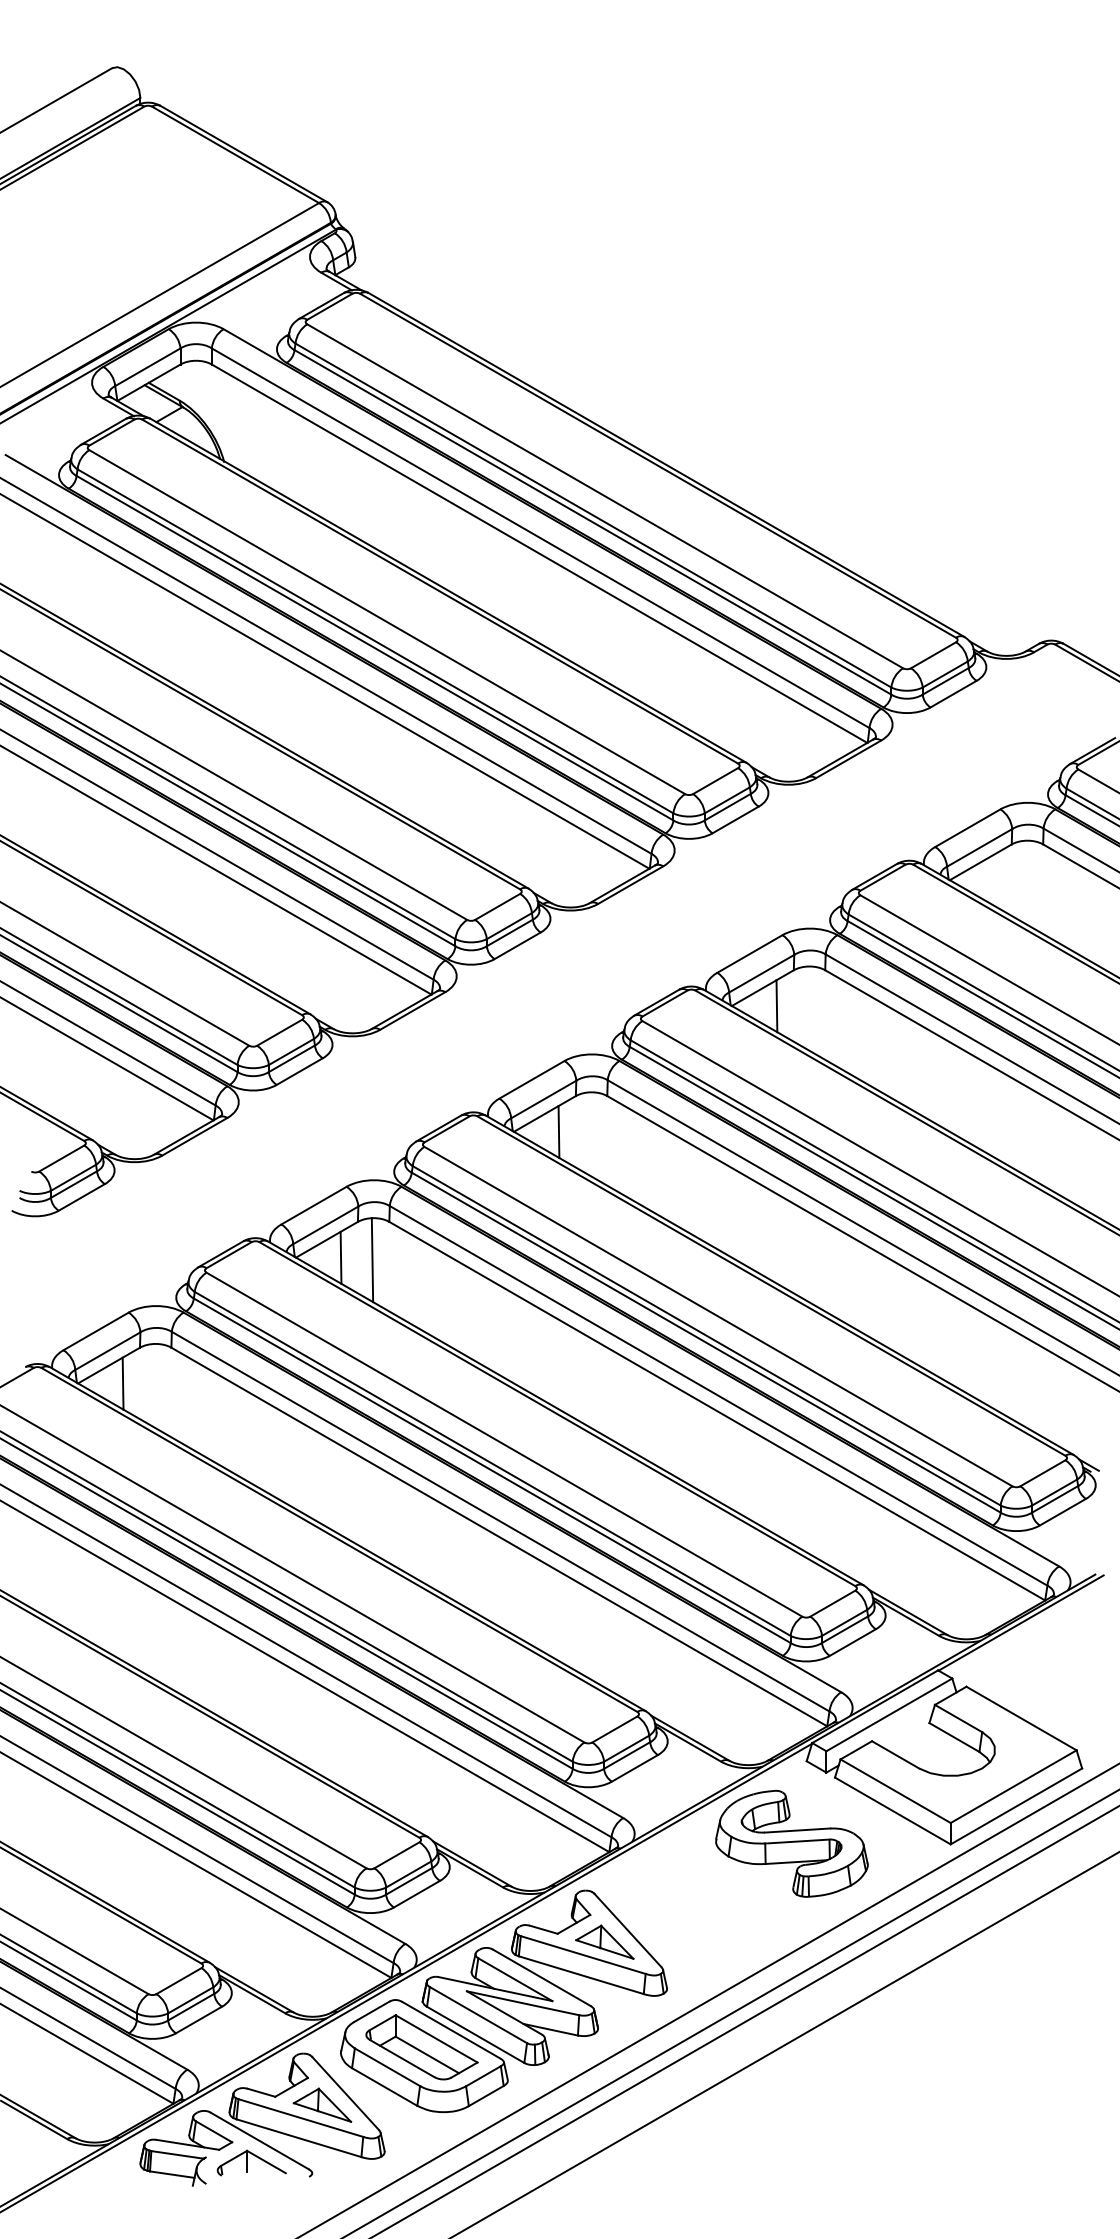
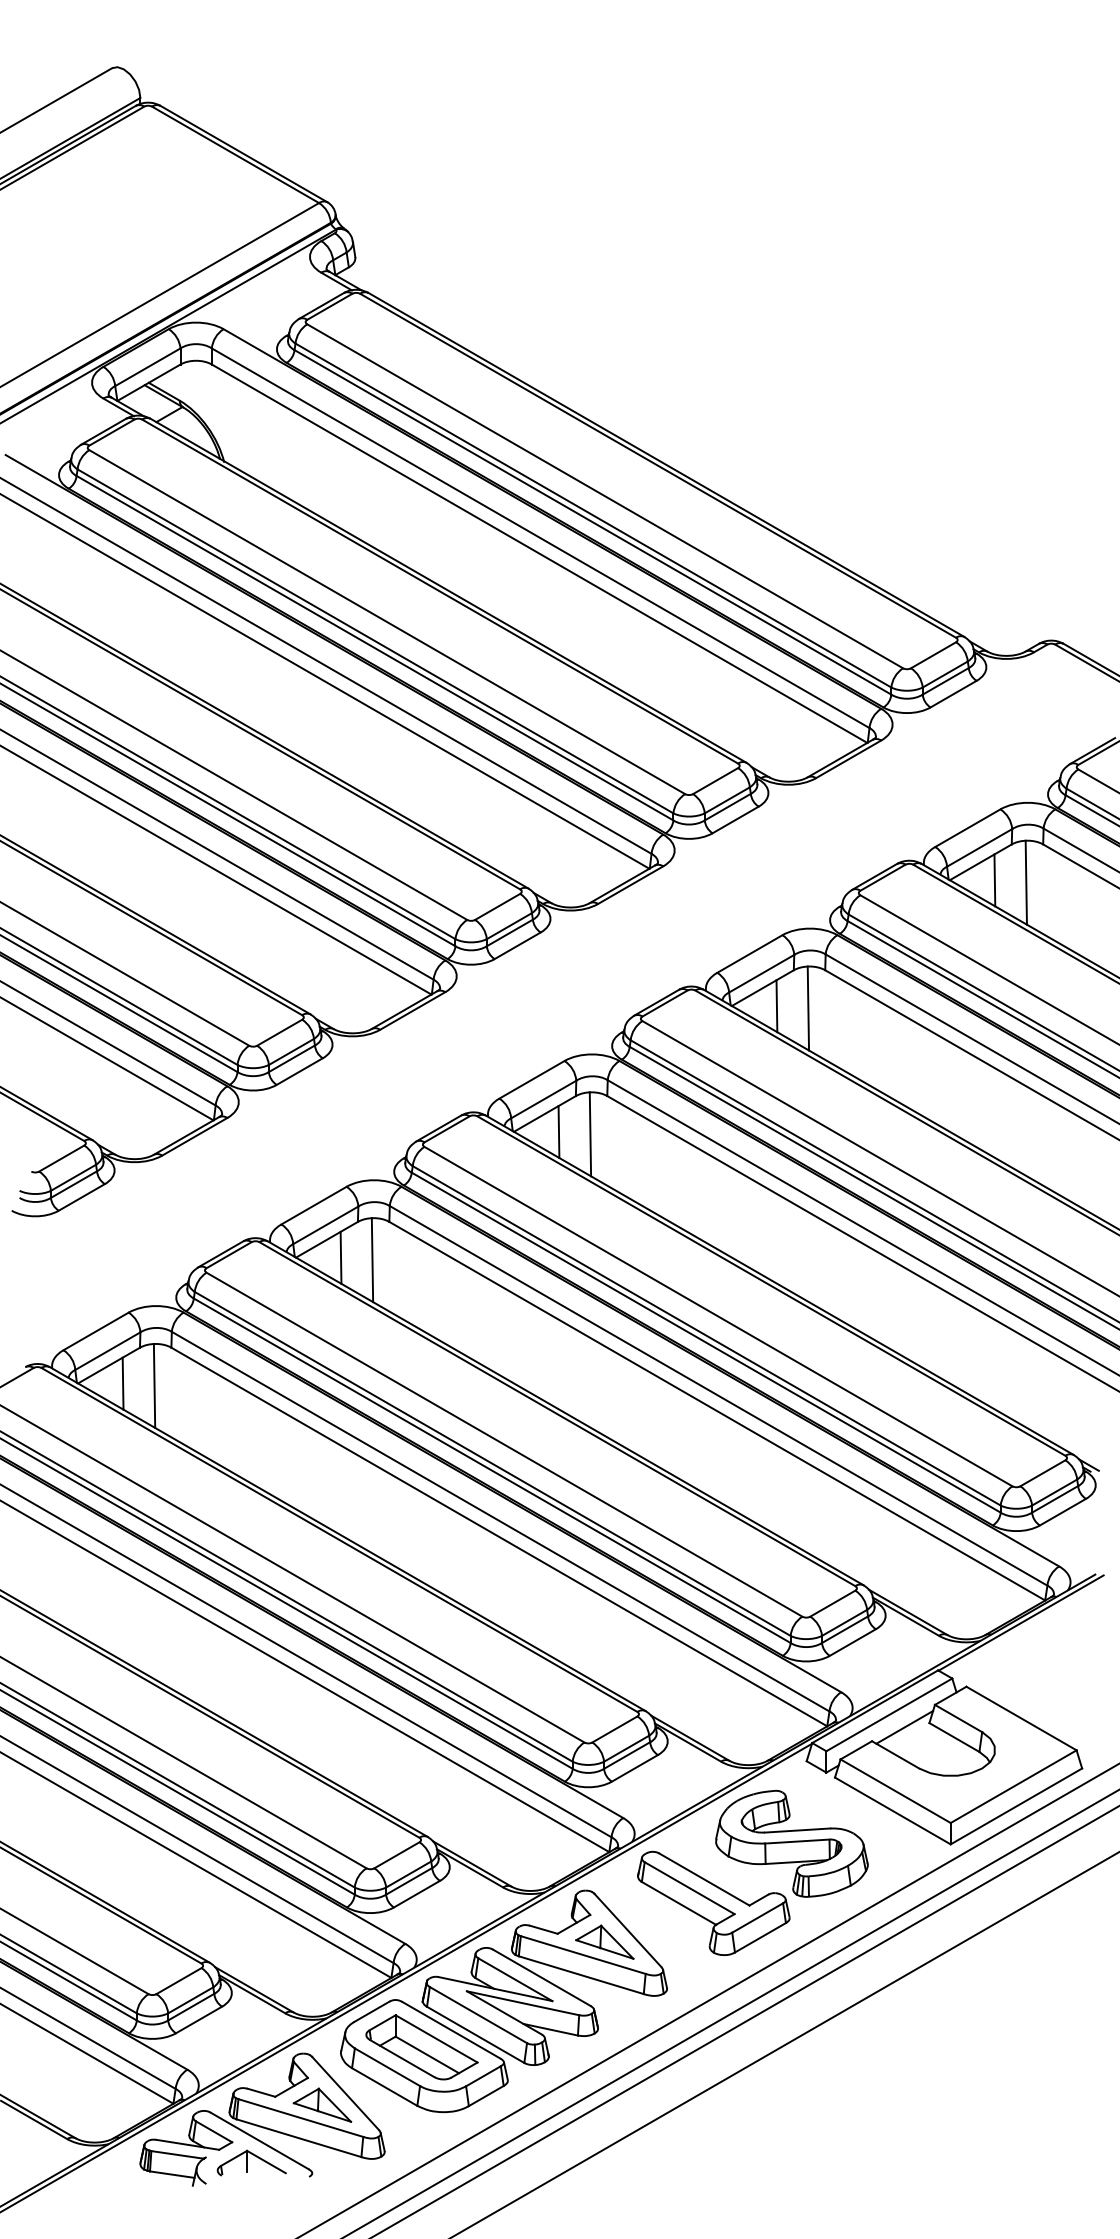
line at (994, 880): none -> present
line at (1025, 882): none -> present
line at (808, 1008): none -> present
line at (590, 1134): none -> present
line at (154, 1385): none -> present
line at (904, 1727): none -> present
part at (713, 1903): none -> present
